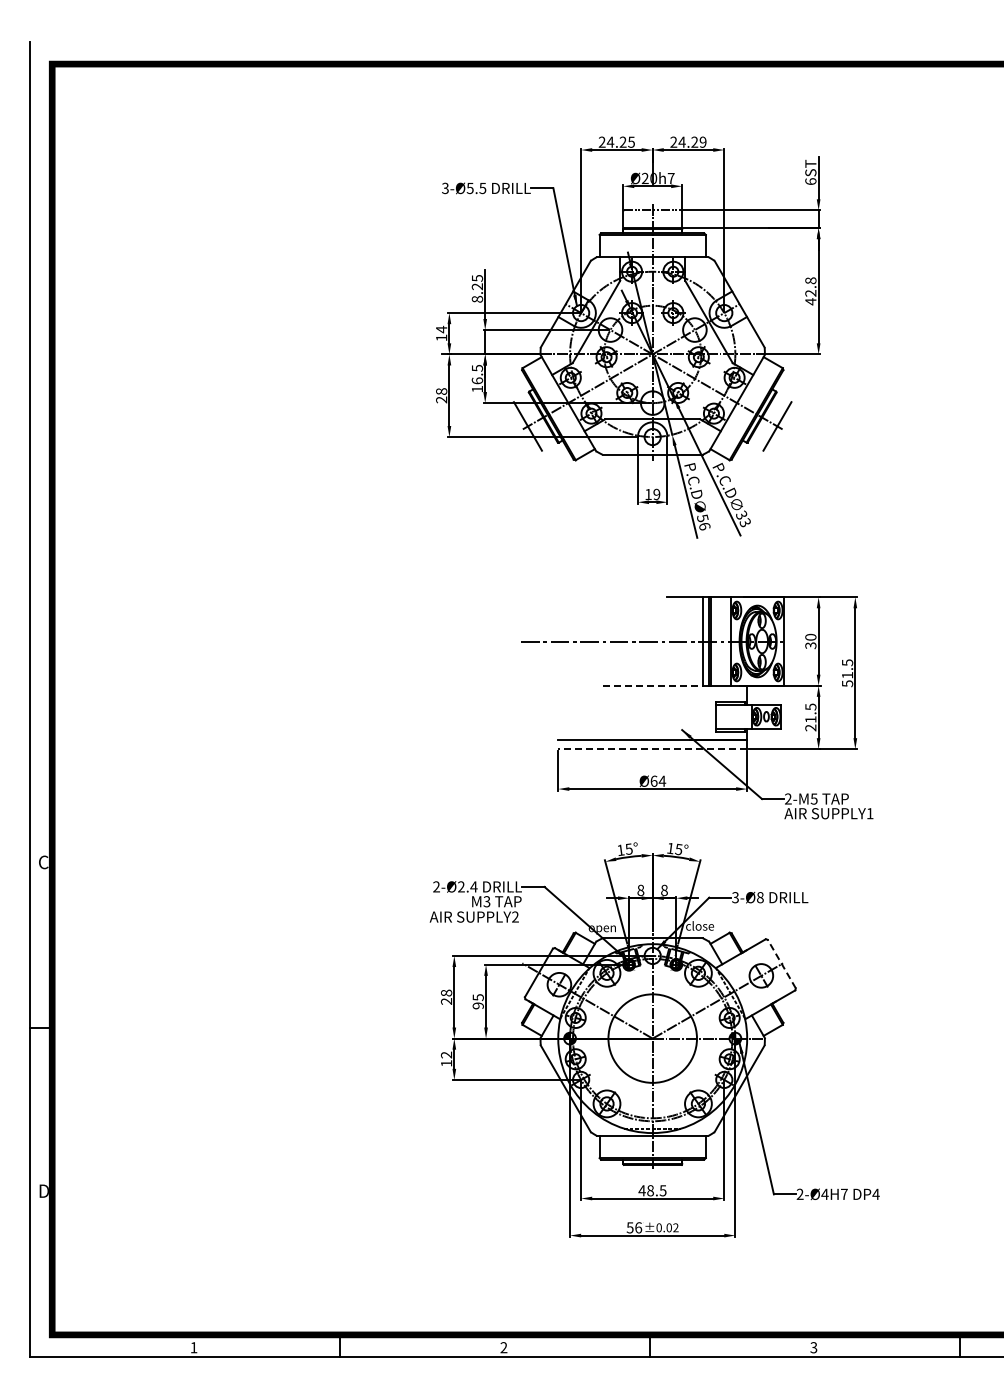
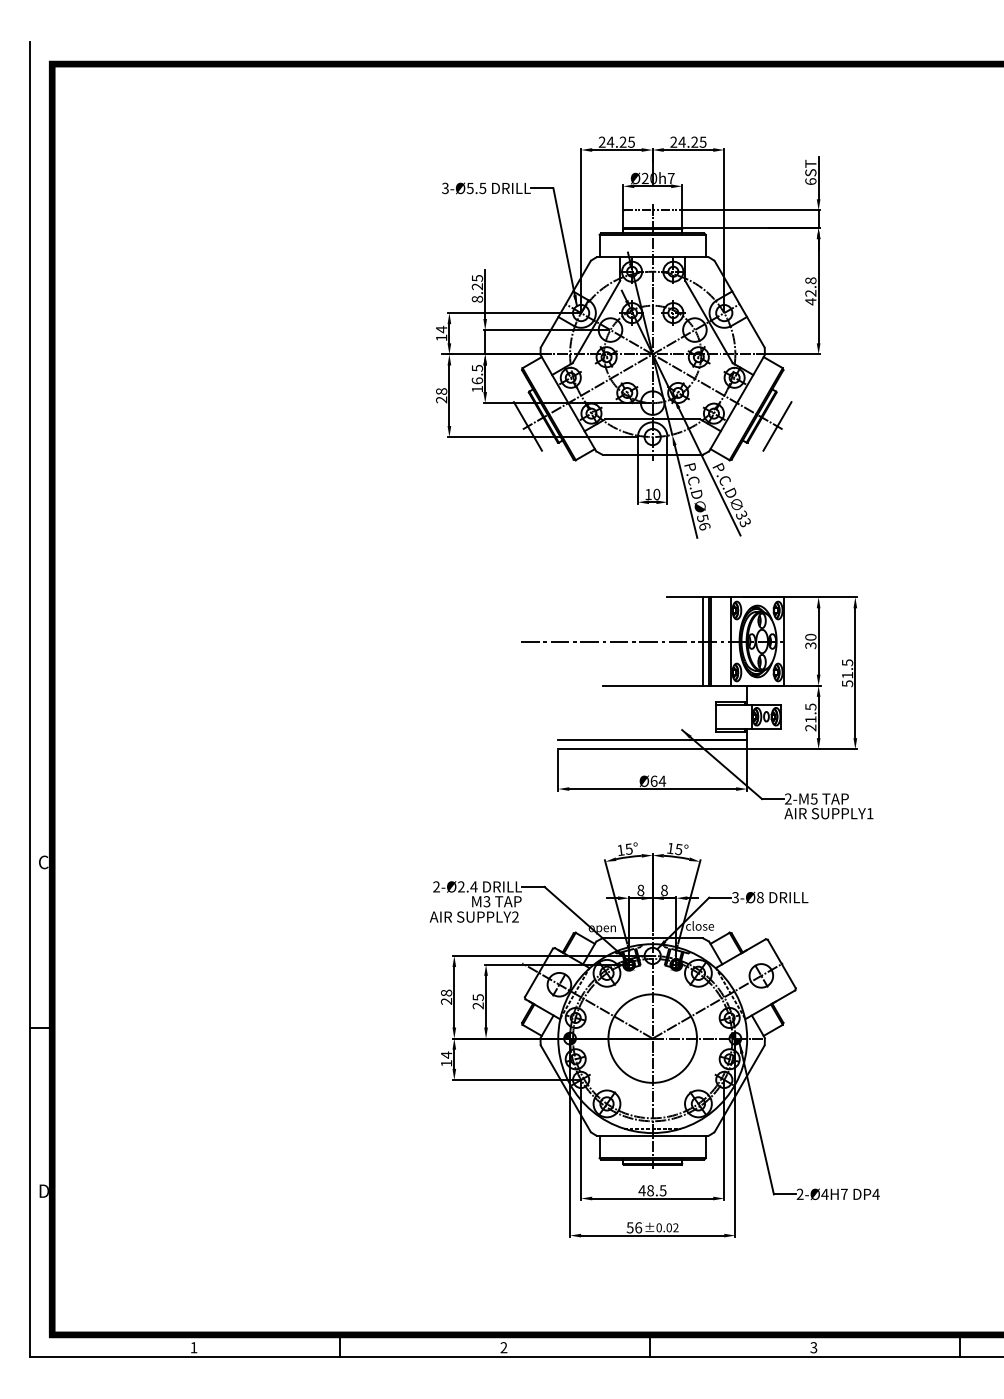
text at (702, 141): 24.29 -> 24.25
text at (656, 494): 19 -> 10
line at (653, 685): dashed -> solid
line at (652, 749): dashed -> solid
line at (781, 963): dashed -> solid
text at (478, 1005): 95 -> 25
text at (446, 1054): 12 -> 14
